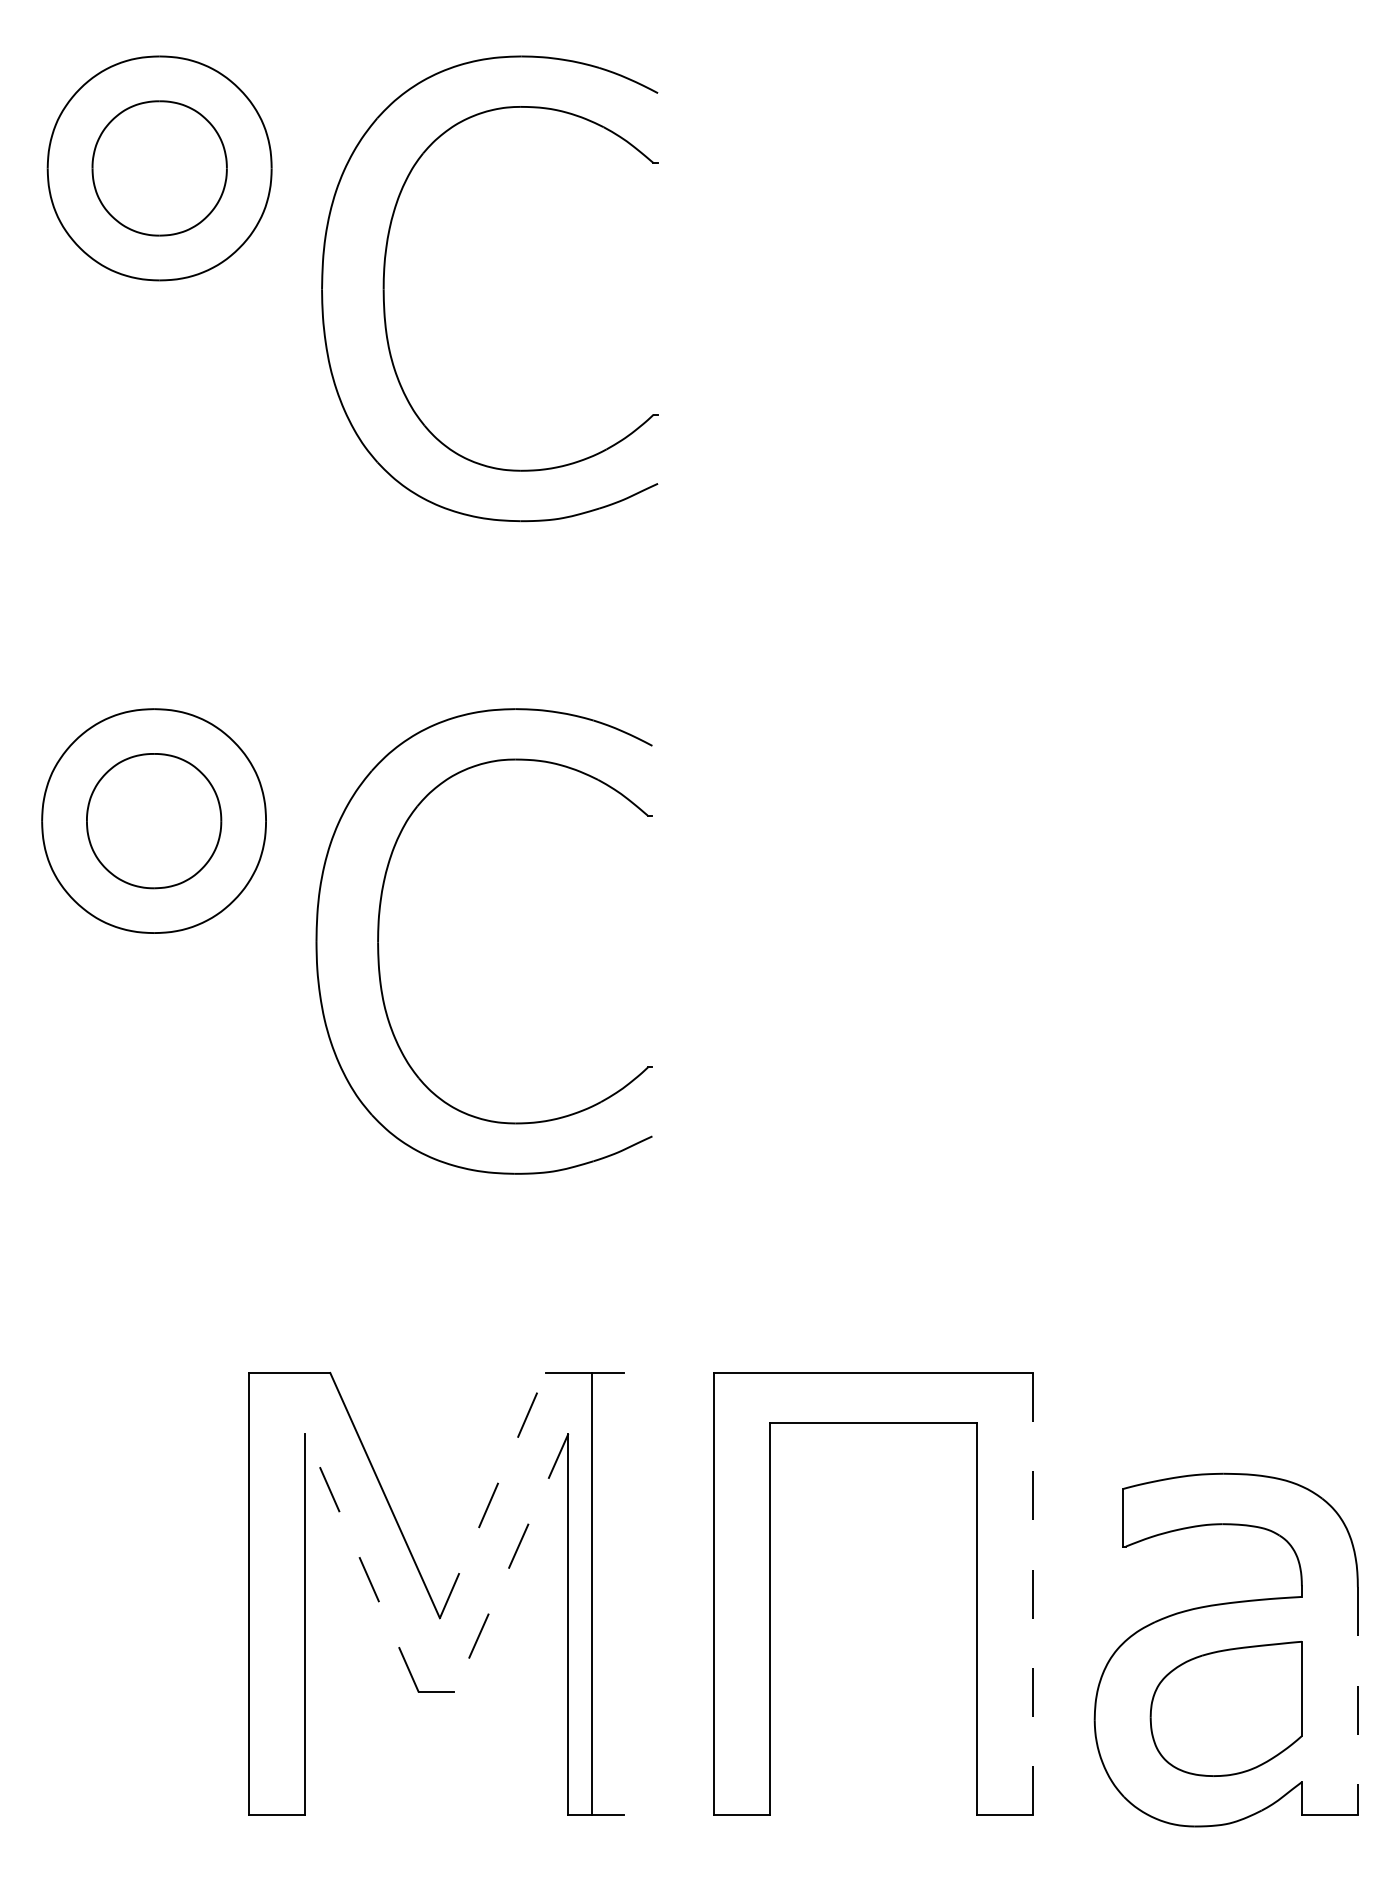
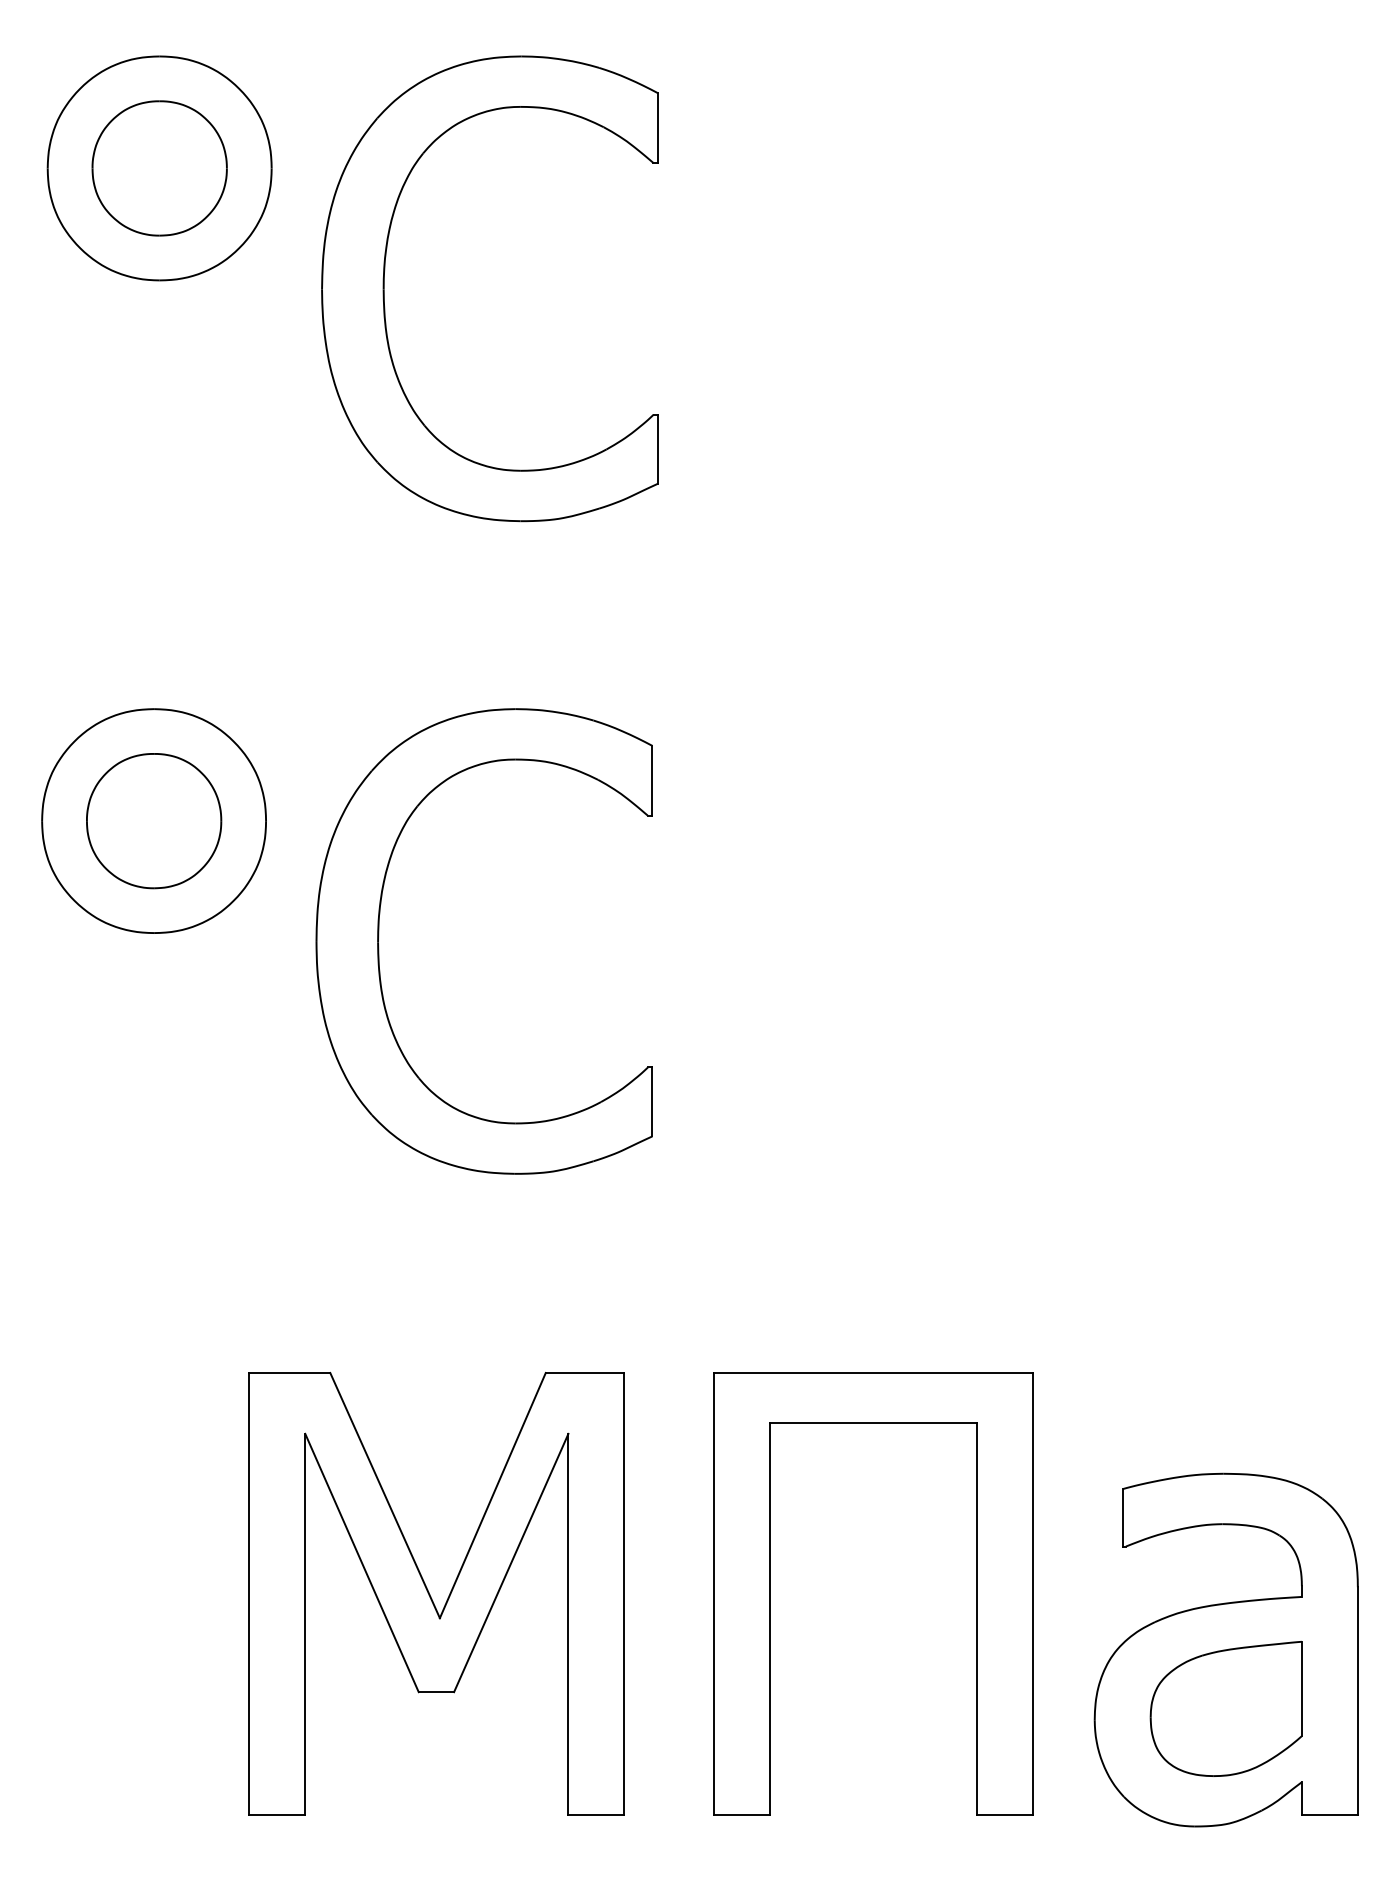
line at (658, 127): none -> present
line at (658, 448): none -> present
line at (652, 780): none -> present
line at (652, 1101): none -> present
line at (492, 1495): dashed -> solid
line at (361, 1562): dashed -> solid
line at (511, 1563): dashed -> solid
line at (592, 1593) position: (592, 1593) -> (624, 1593)
line at (1033, 1594): dashed -> solid
line at (1357, 1701): dashed -> solid
